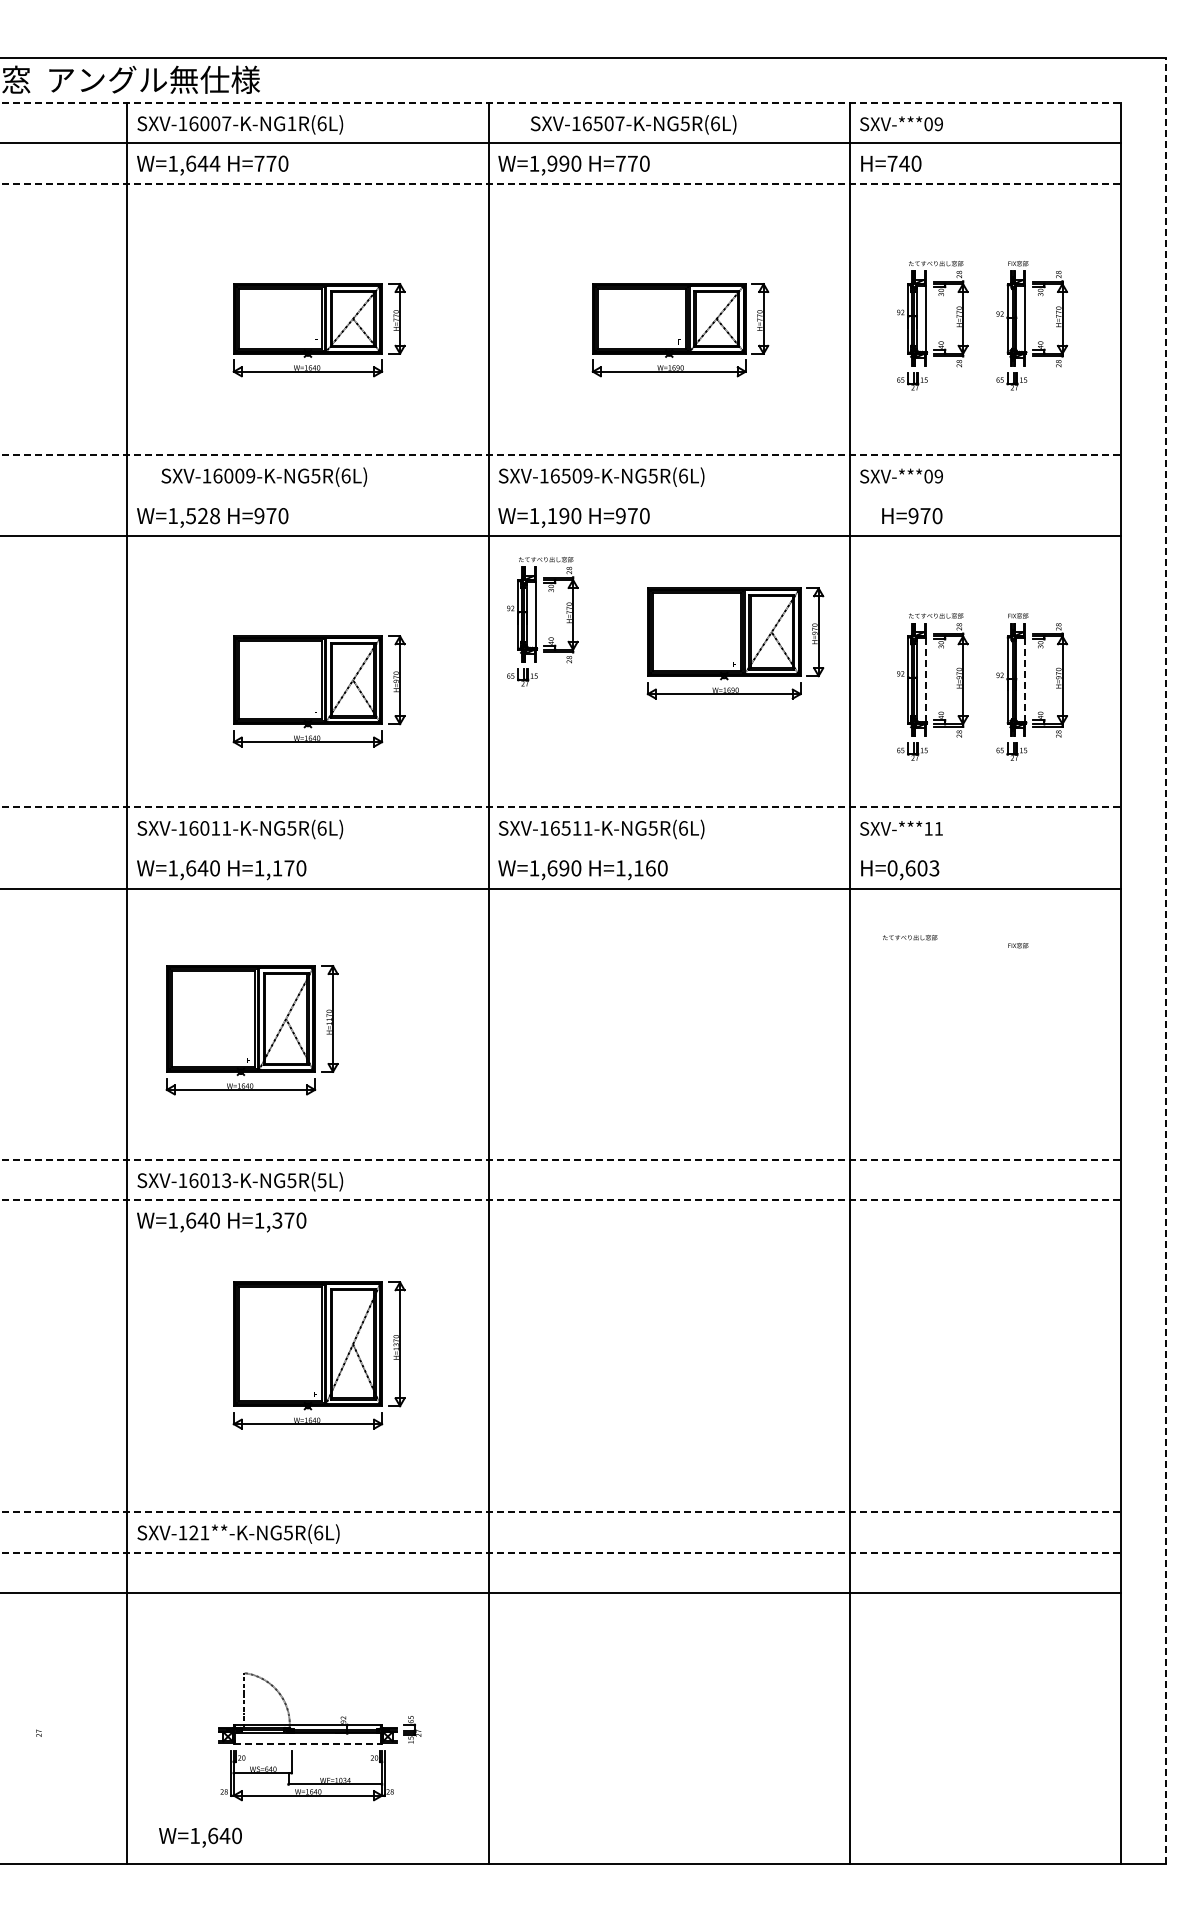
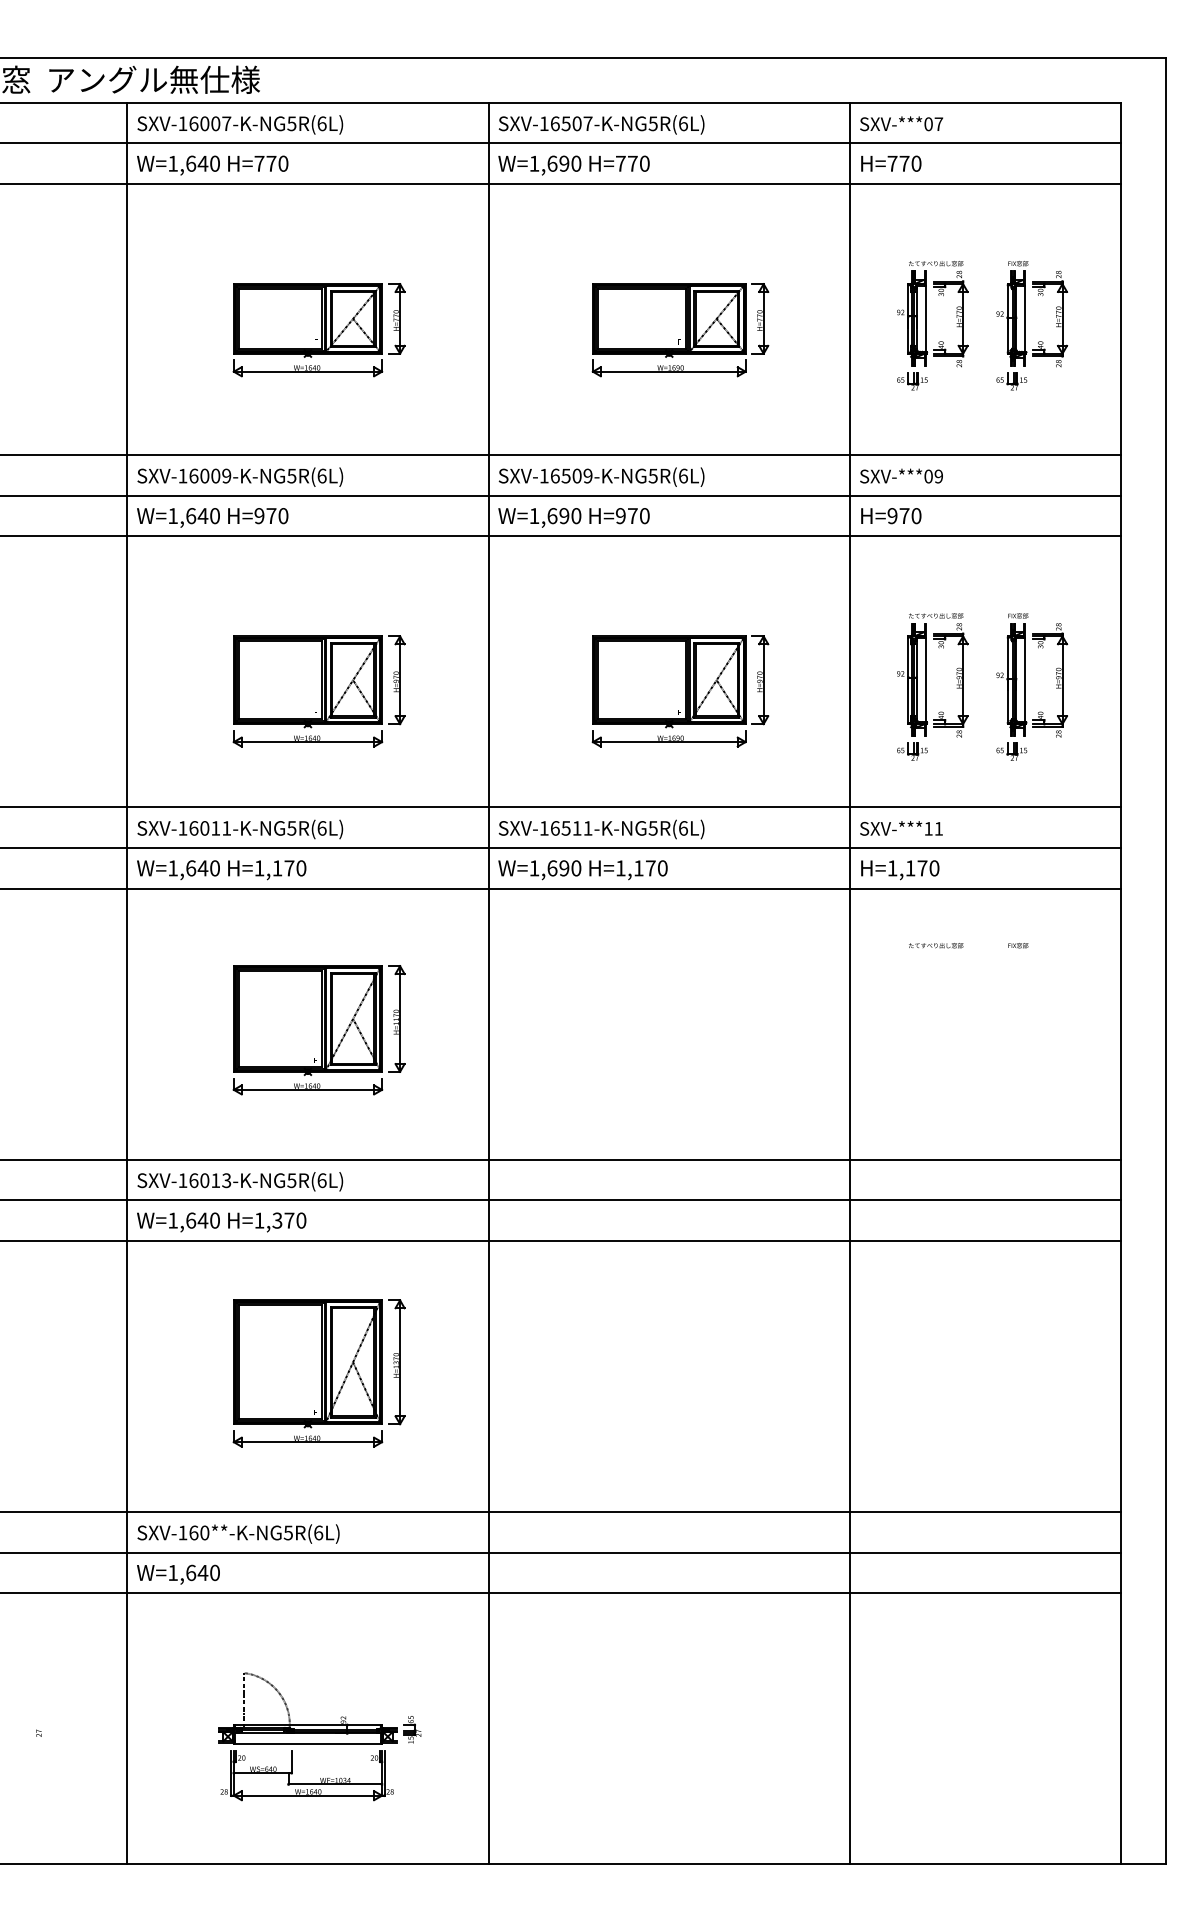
line at (561, 102): dashed -> solid
text at (291, 123): SXV-16007-K-NG1R(6L) -> SXV-16007-K-NG5R(6L)
text at (633, 124) position: (633, 124) -> (601, 124)
text at (938, 124): SXV-***09 -> SXV-***07
text at (214, 163): W=1,644 -> W=1,640
text at (552, 163): W=1,990 -> W=1,690
text at (904, 163): H=740 -> H=770
line at (561, 184): dashed -> solid
line at (561, 455): dashed -> solid
text at (264, 476) position: (264, 476) -> (240, 476)
line at (561, 495): none -> present
text at (202, 516): W=1,528 -> W=1,640
text at (552, 516): W=1,190 -> W=1,690
text at (912, 516) position: (912, 516) -> (891, 516)
part at (542, 621): present -> none
part at (735, 643) position: (735, 643) -> (680, 691)
line at (925, 680): dashed -> solid
line at (1025, 680): dashed -> solid
line at (561, 807): dashed -> solid
line at (561, 848): none -> present
text at (650, 868): H=1,160 -> H=1,170
text at (913, 868): H=0,603 -> H=1,170
text at (910, 937) position: (910, 937) -> (936, 945)
line at (1166, 960): dashed -> solid
part at (251, 1030) position: (251, 1030) -> (318, 1030)
line at (561, 1159): dashed -> solid
text at (321, 1180): SXV-16013-K-NG5R(5L) -> SXV-16013-K-NG5R(6L)
line at (561, 1200): dashed -> solid
line at (561, 1241): none -> present
part at (318, 1355) position: (318, 1355) -> (318, 1373)
line at (561, 1512): dashed -> solid
text at (199, 1532): SXV-121**-K-NG5R(6L) -> SXV-160**-K-NG5R(6L)
line at (561, 1552): dashed -> solid
line at (308, 1743): dashed -> solid
text at (200, 1837) position: (200, 1837) -> (178, 1574)
